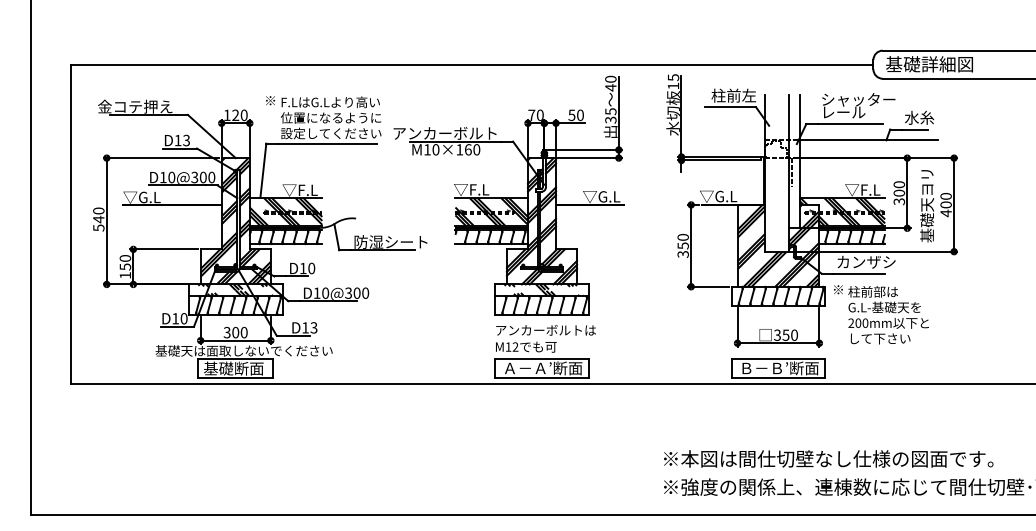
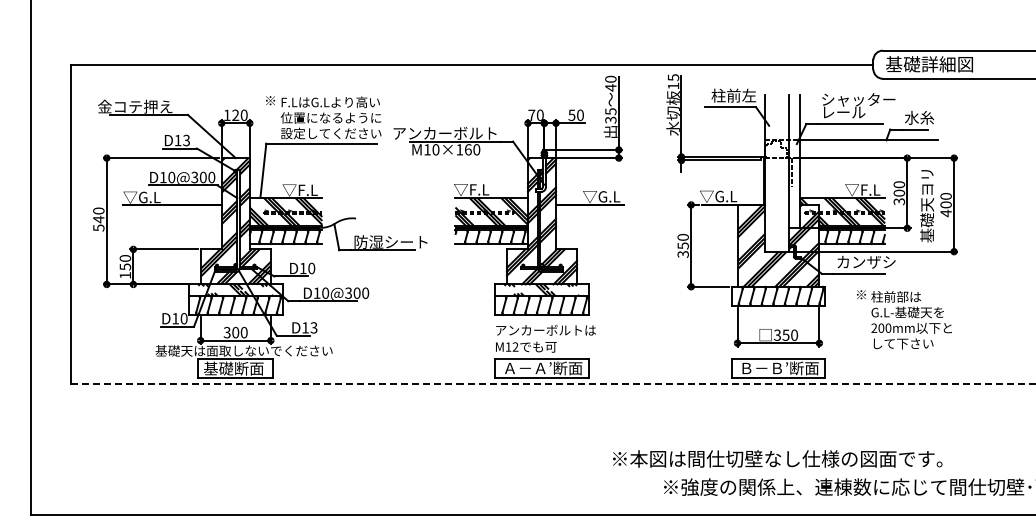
text at (881, 314) position: (881, 314) -> (904, 319)
line at (553, 384): solid -> dashed
text at (828, 458) position: (828, 458) -> (777, 458)
